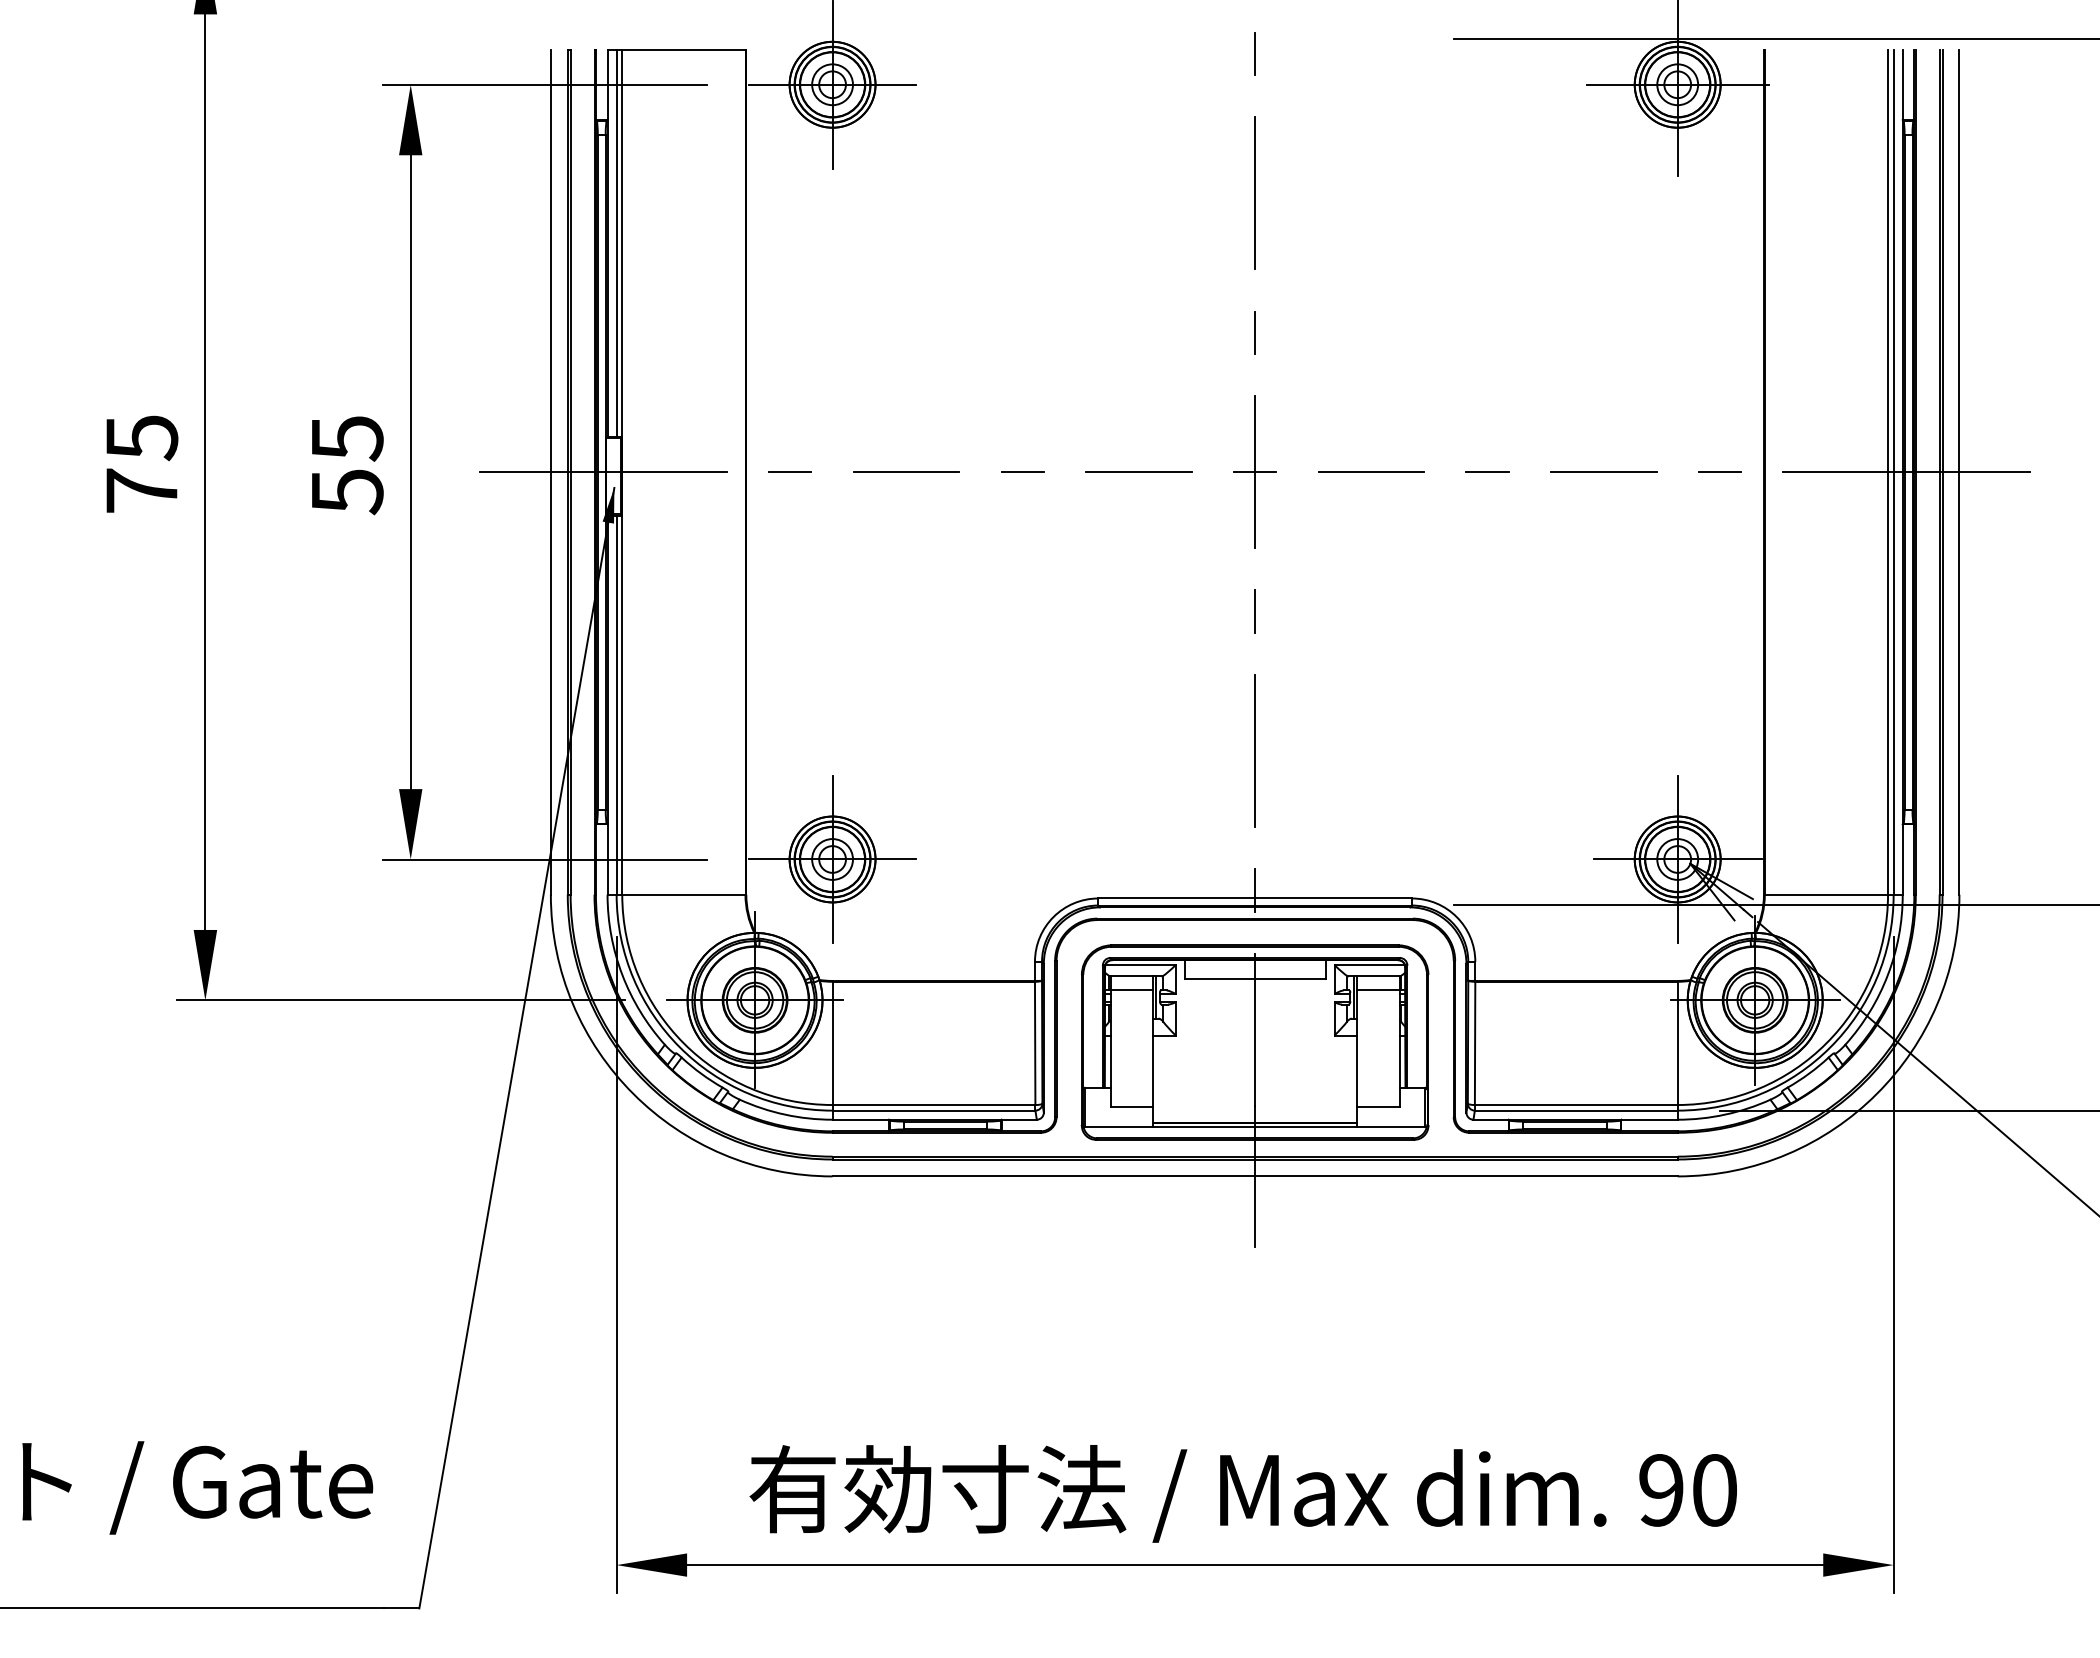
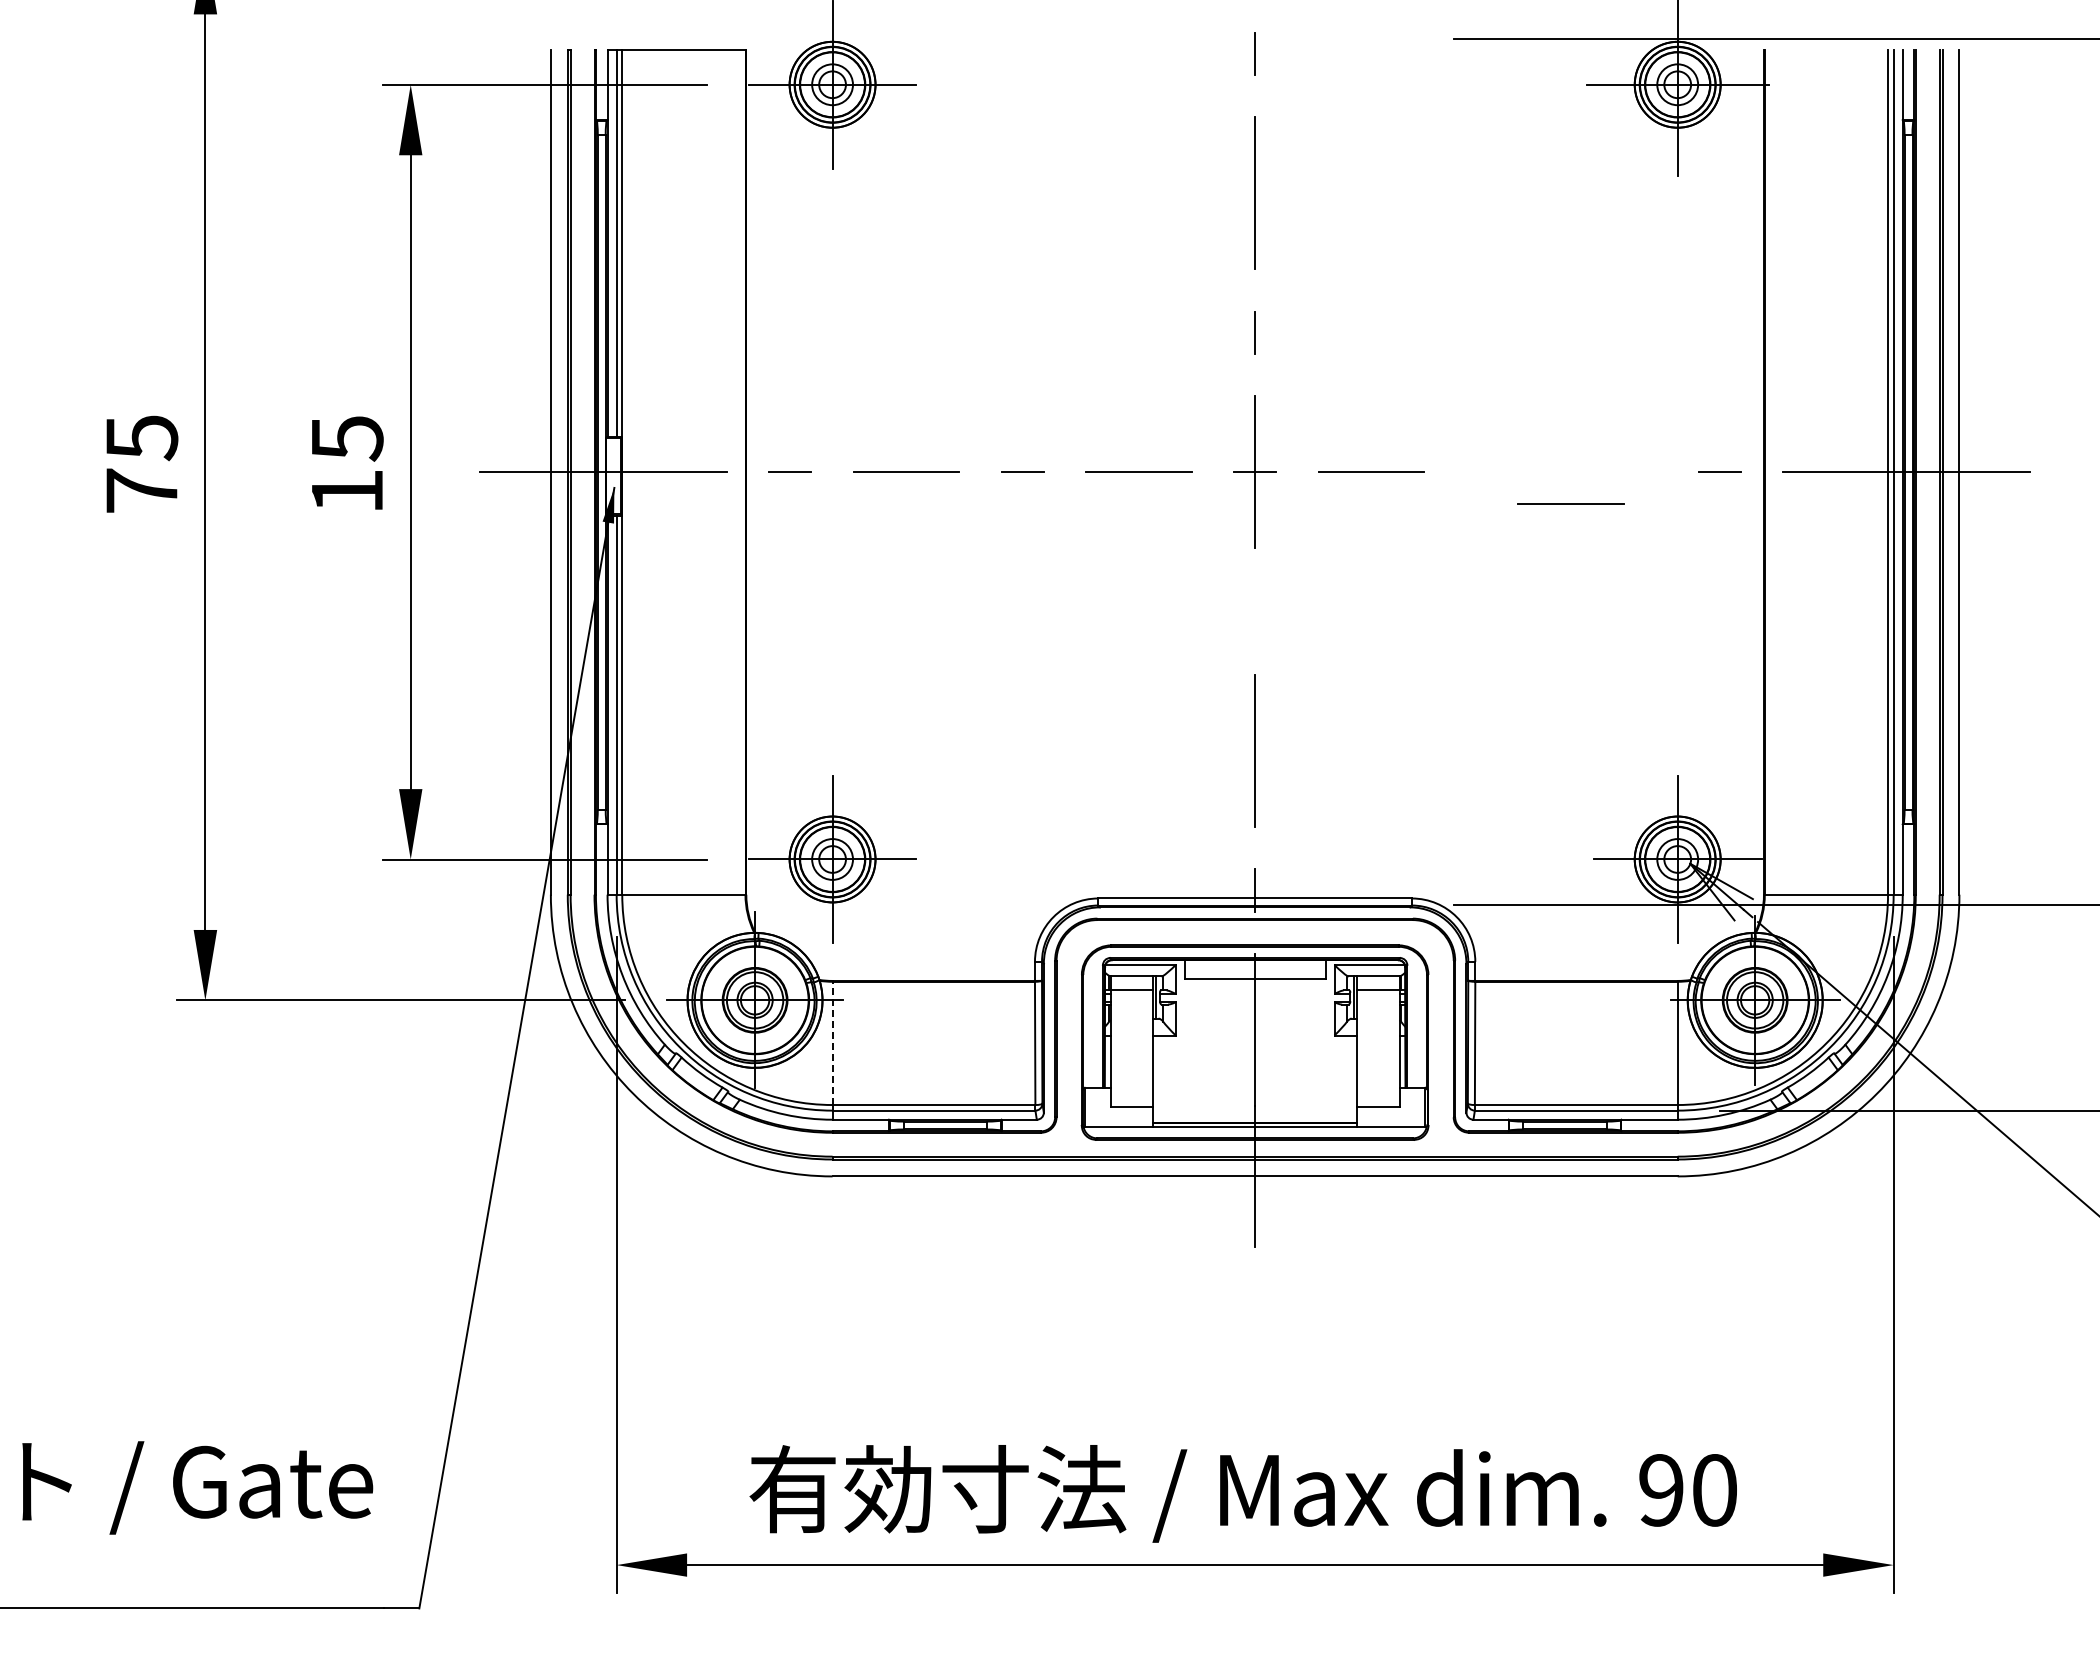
line at (1603, 471) position: (1603, 471) -> (1570, 503)
line at (1487, 472): present -> none
text at (347, 492): 55 -> 15
line at (1255, 611): present -> none
line at (832, 1043): solid -> dashed
